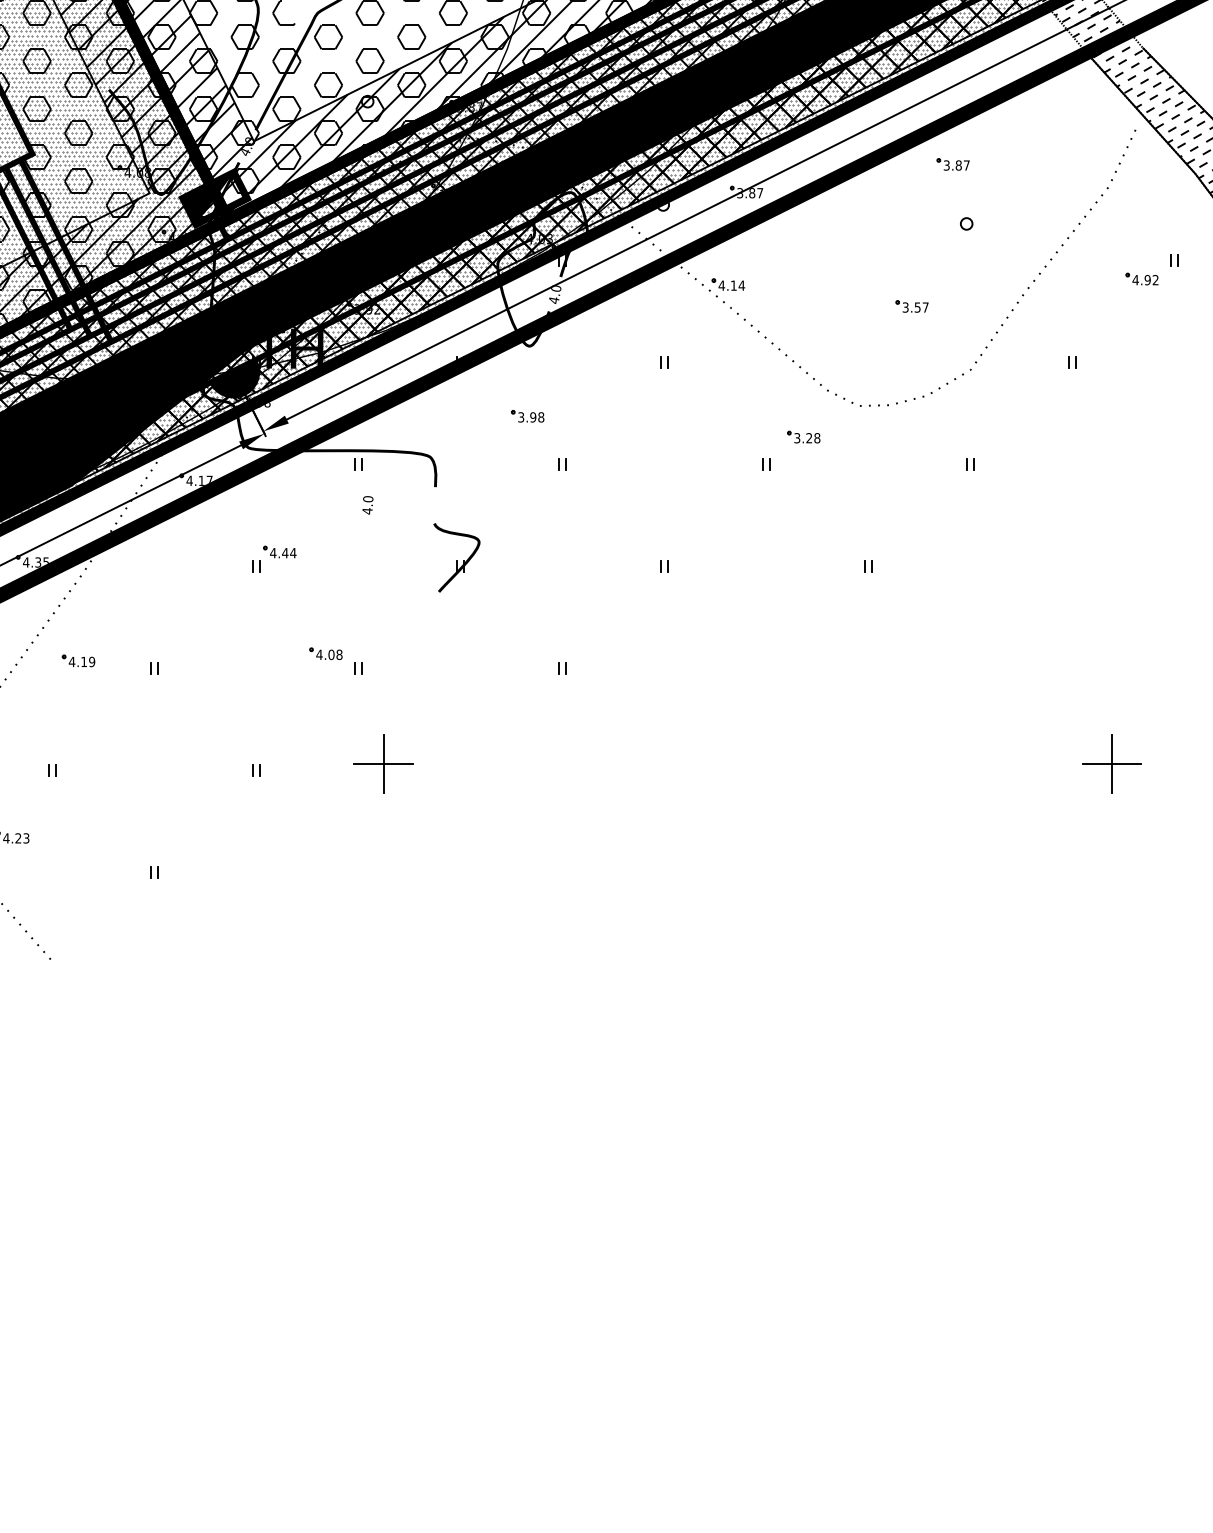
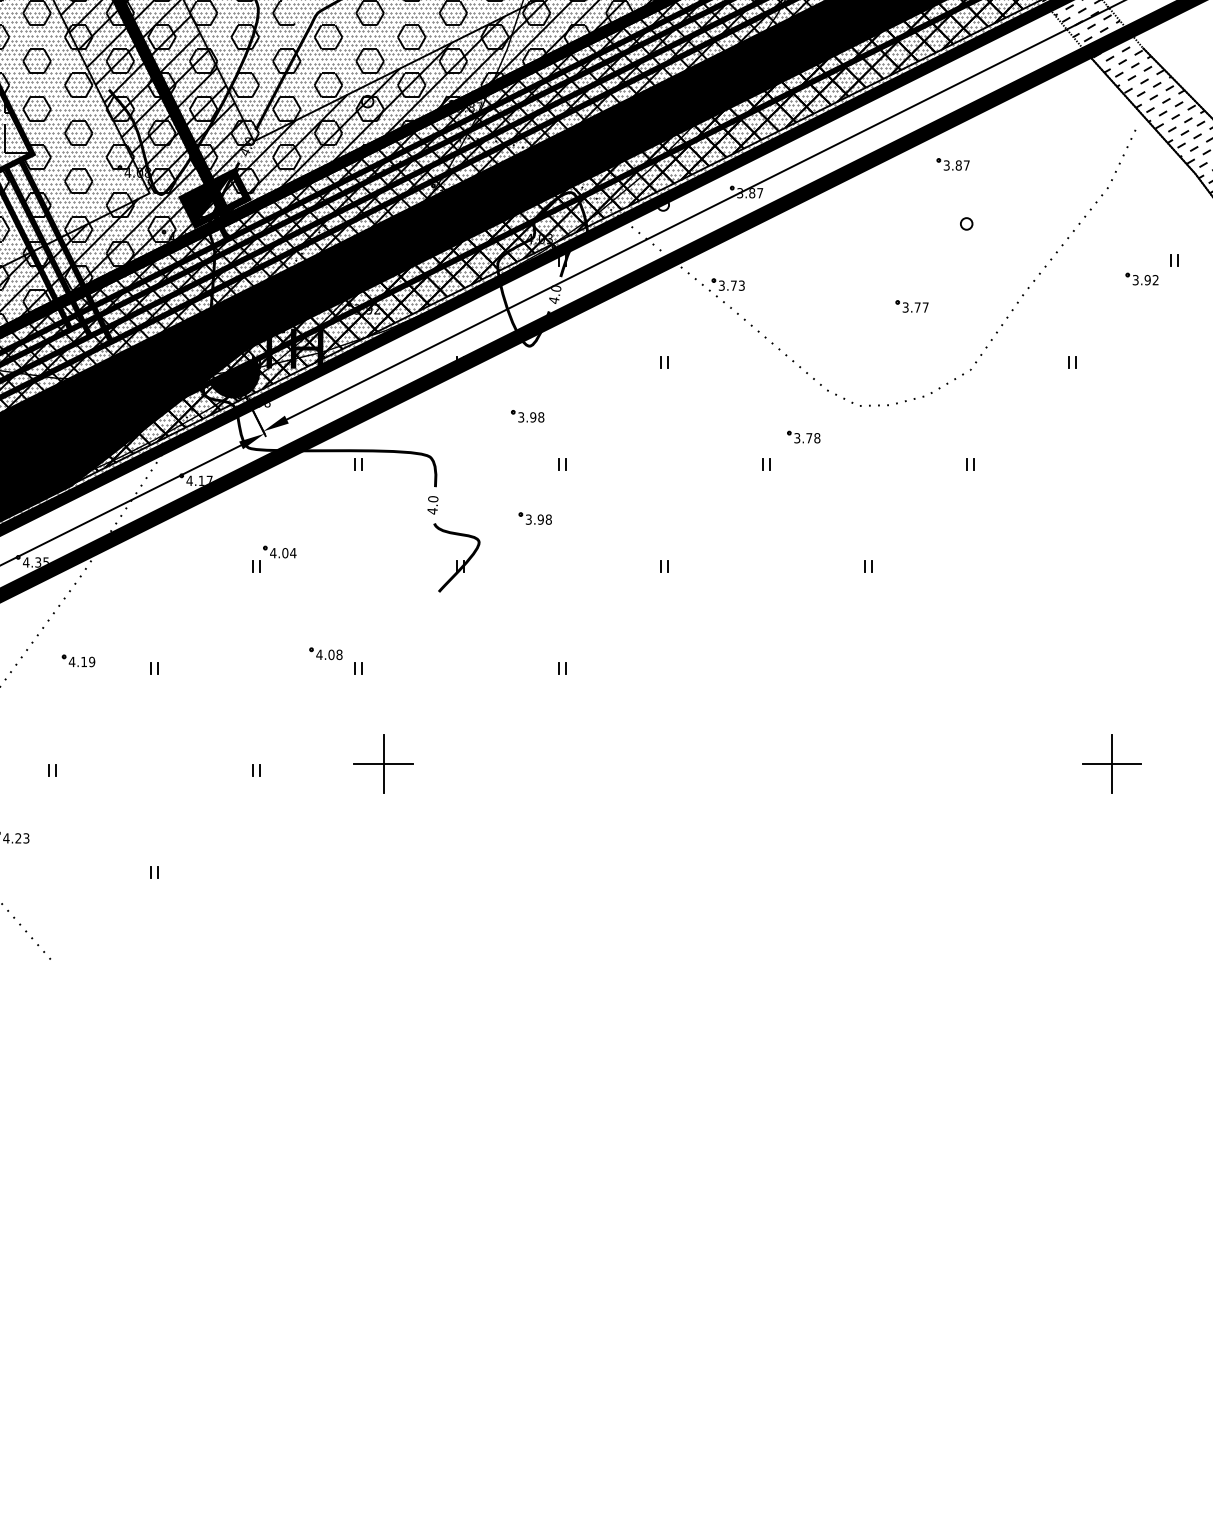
hatch at (390, 109): none -> present
hatch at (18, 133): none -> present
text at (1135, 280): 4.92 -> 3.92
text at (731, 285): 4.14 -> 3.73
text at (917, 307): 3.57 -> 3.77
text at (809, 438): 3.28 -> 3.78
text at (367, 505) position: (367, 505) -> (432, 505)
part at (534, 518): none -> present
text at (285, 553): 4.44 -> 4.04
